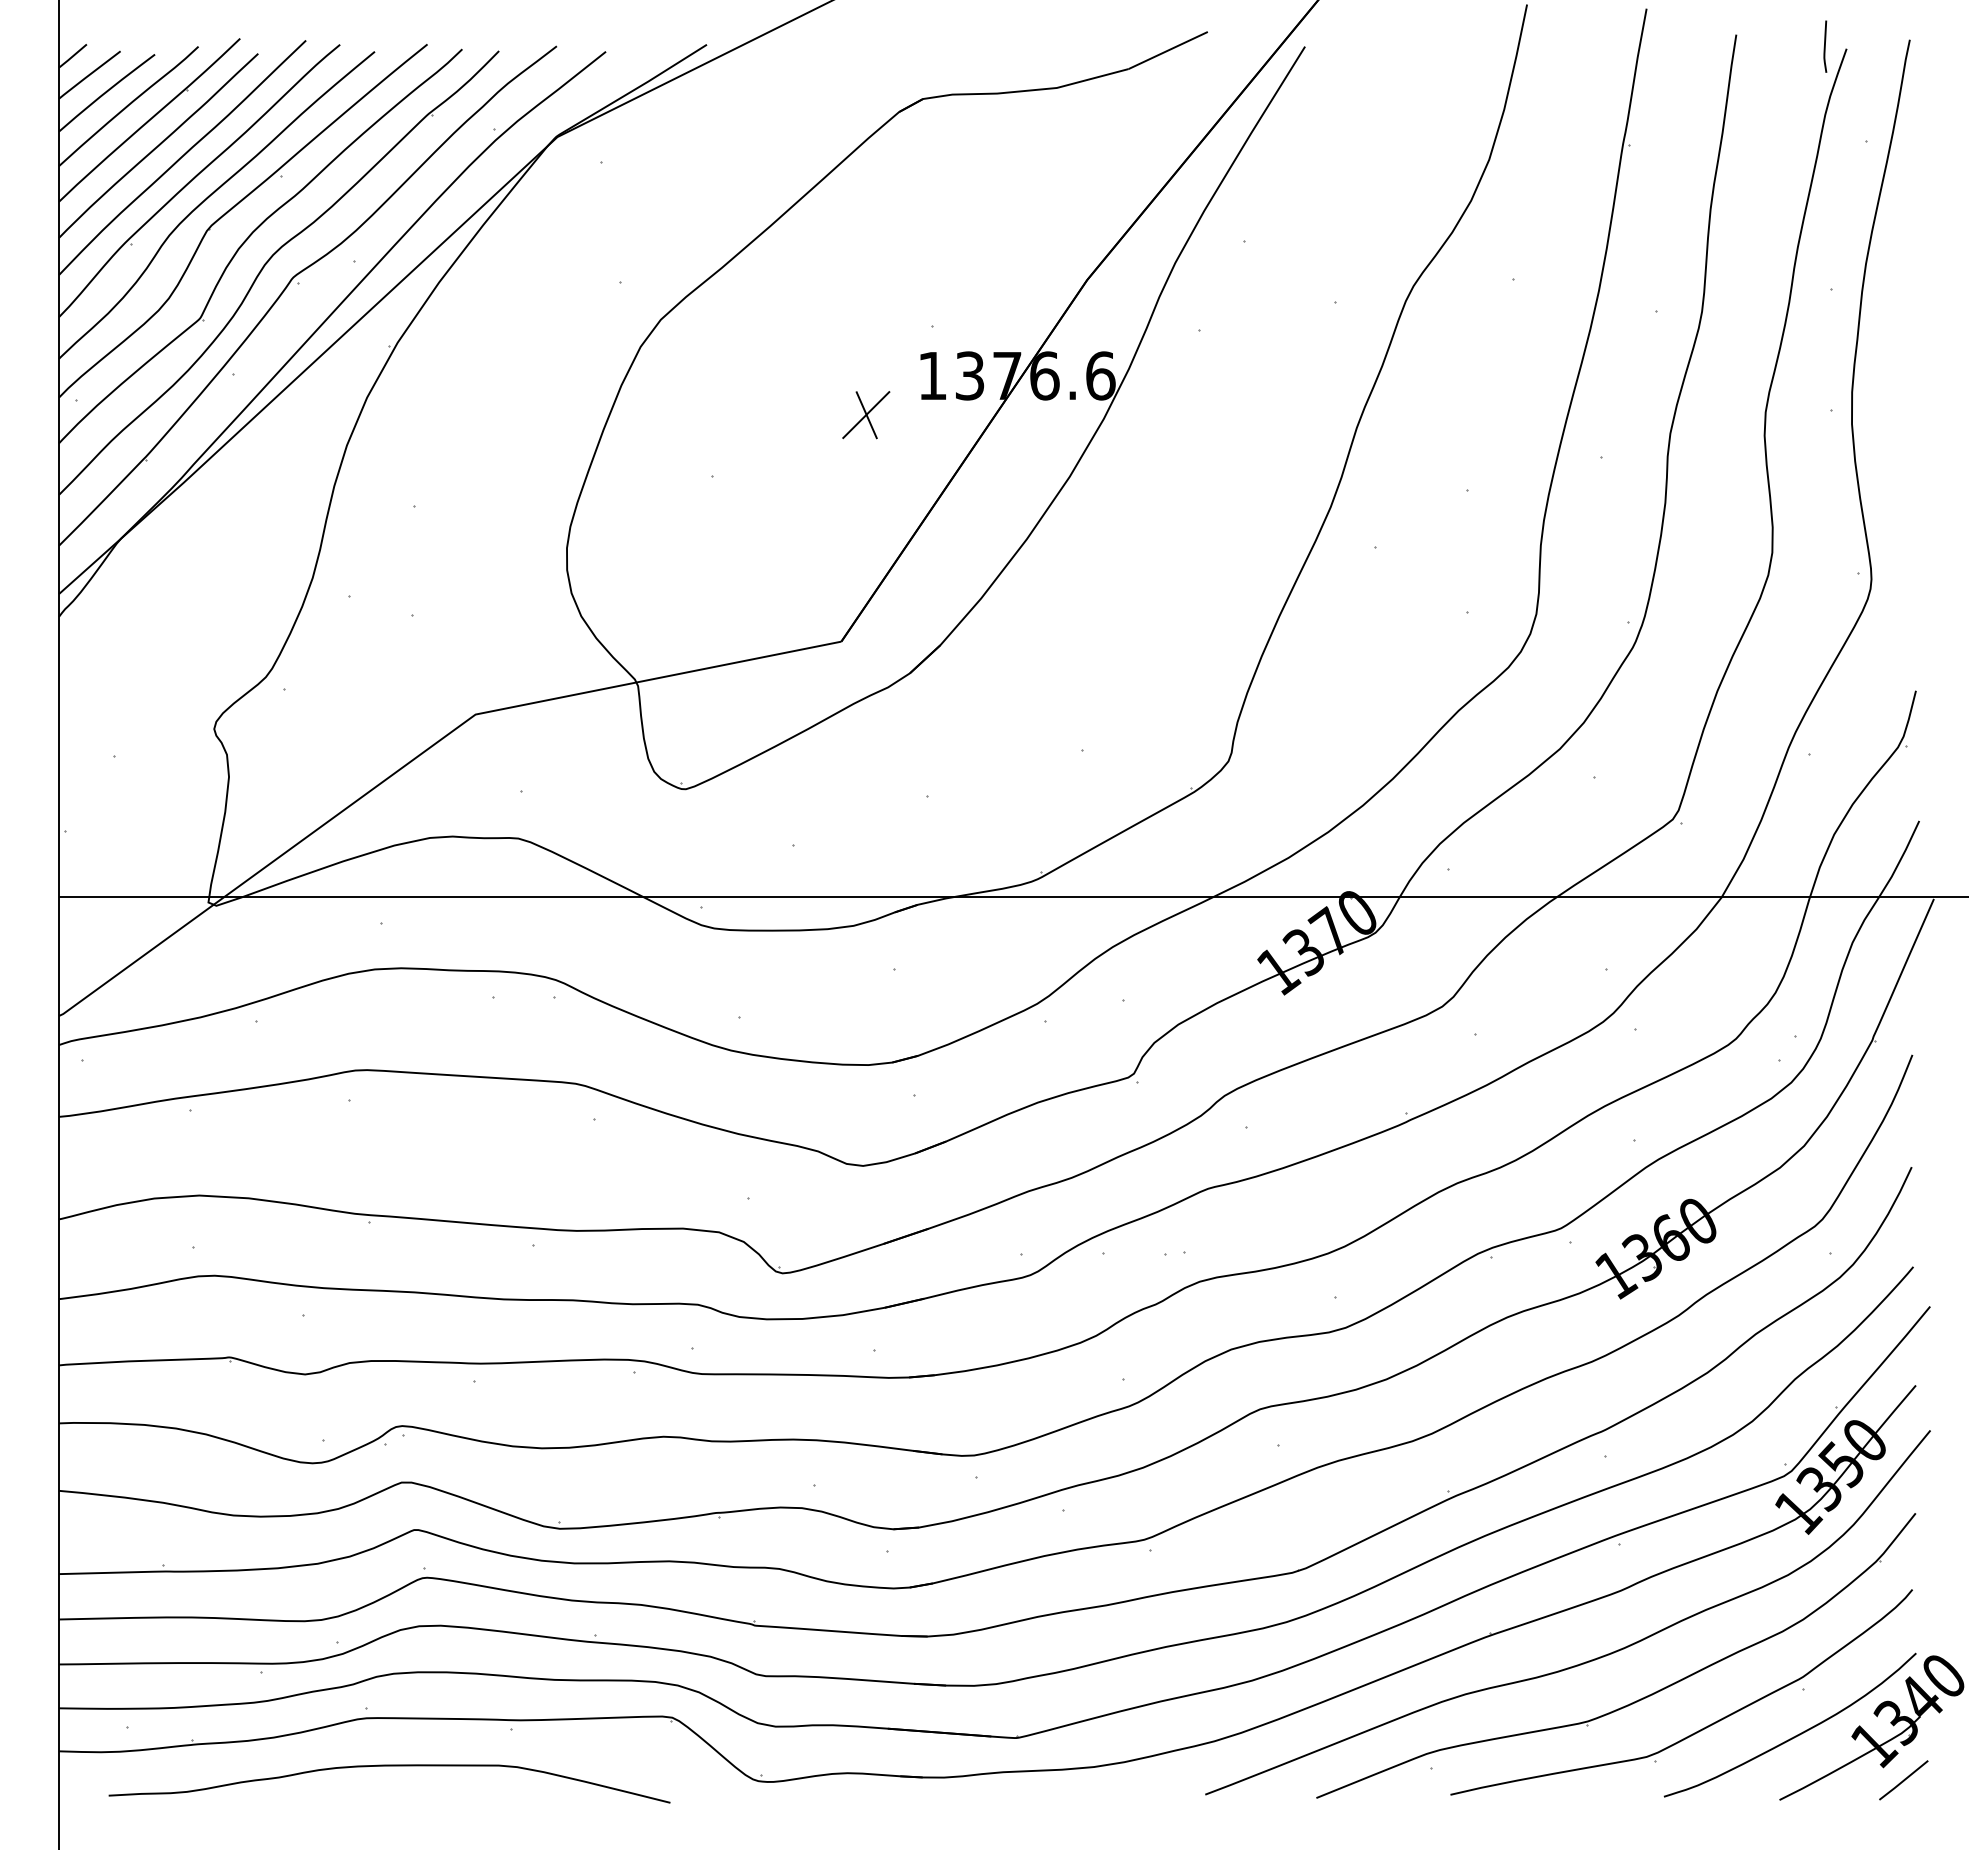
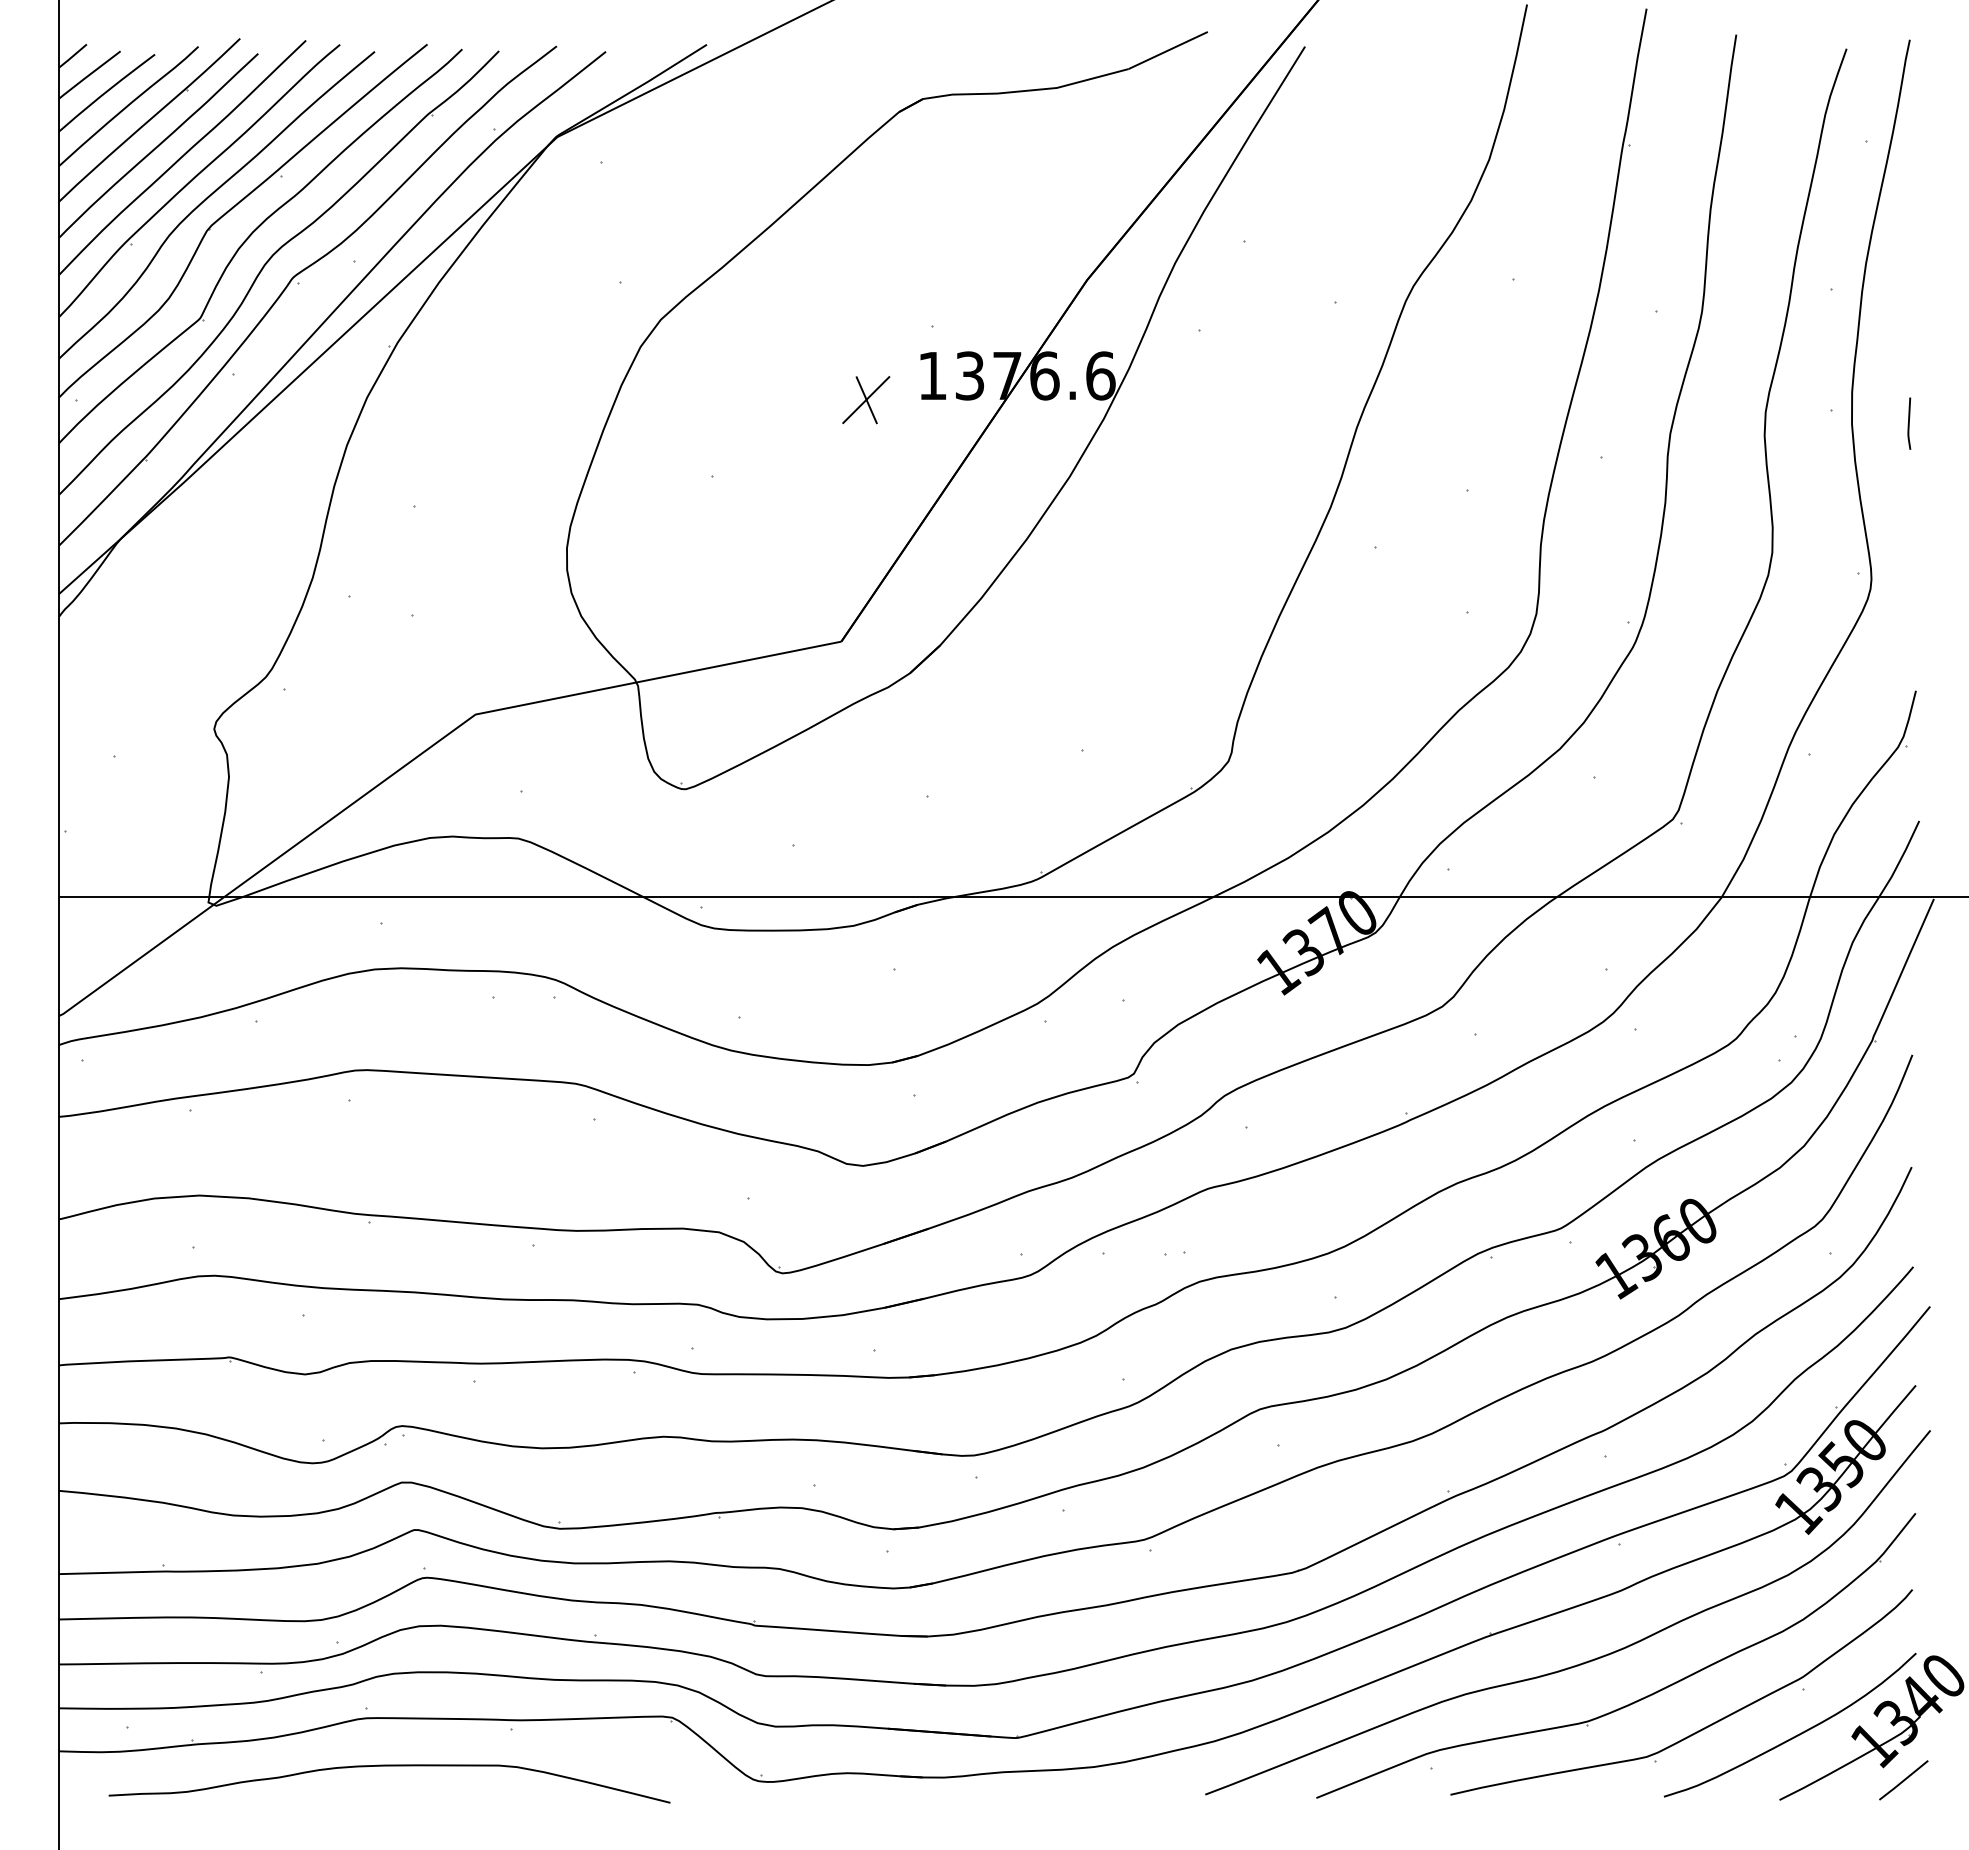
line at (1825, 46) position: (1825, 46) -> (1909, 423)
part at (866, 415) position: (866, 415) -> (866, 400)
